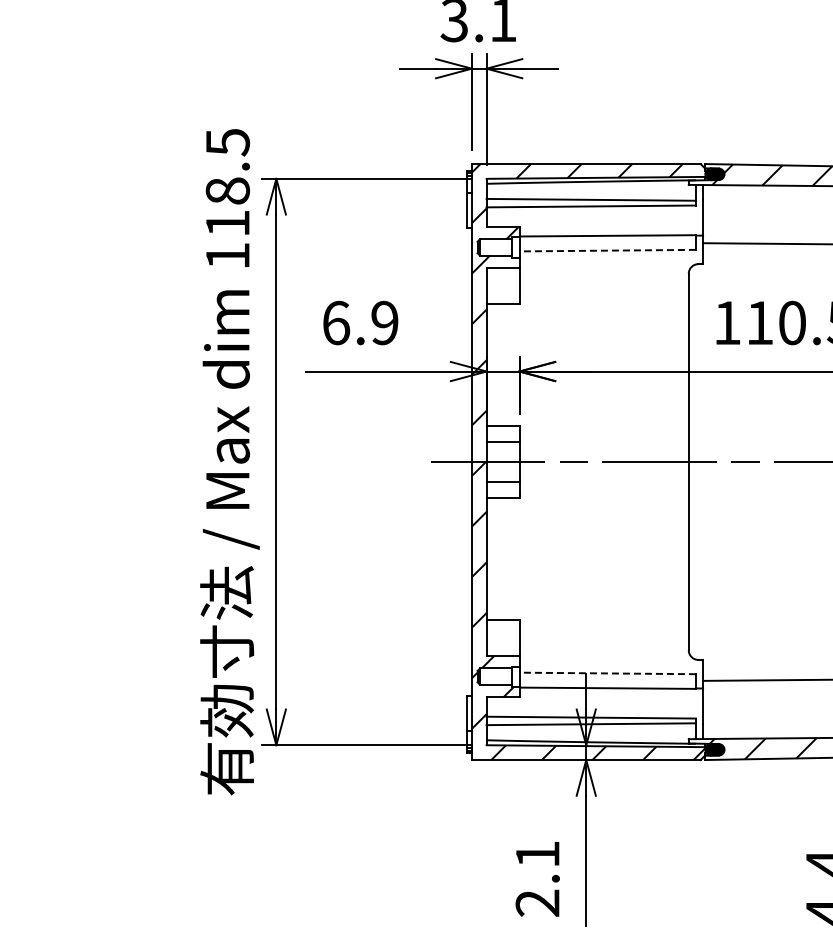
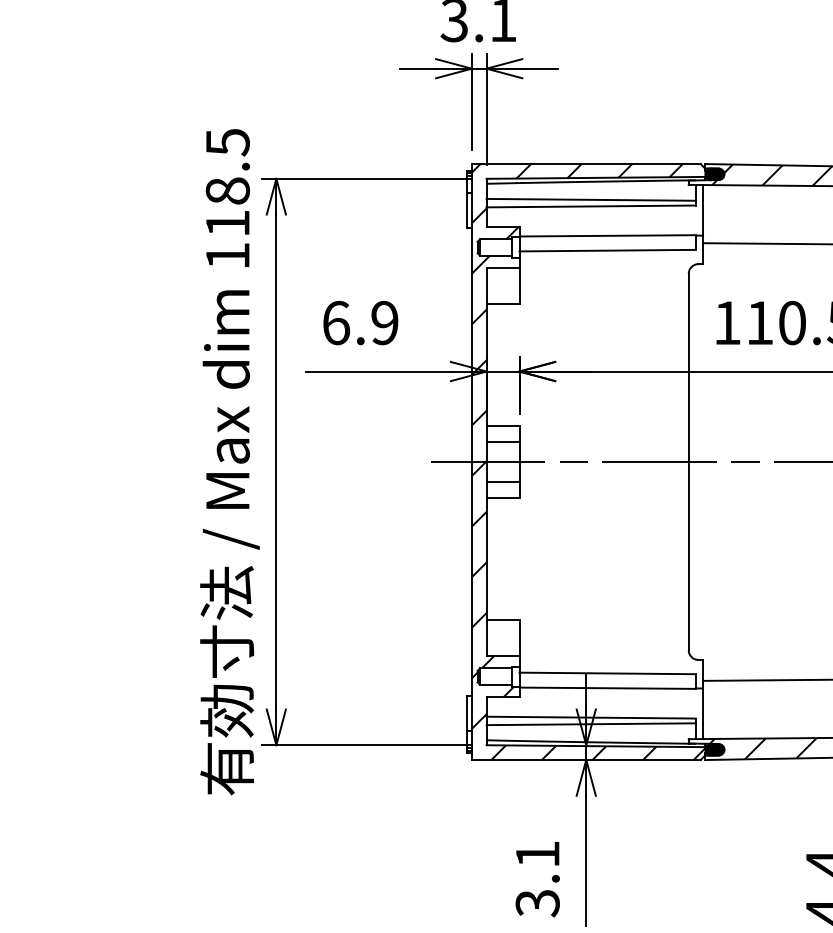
line at (607, 250): dashed -> solid
line at (607, 673): dashed -> solid
text at (537, 903): 2.1 -> 3.1
